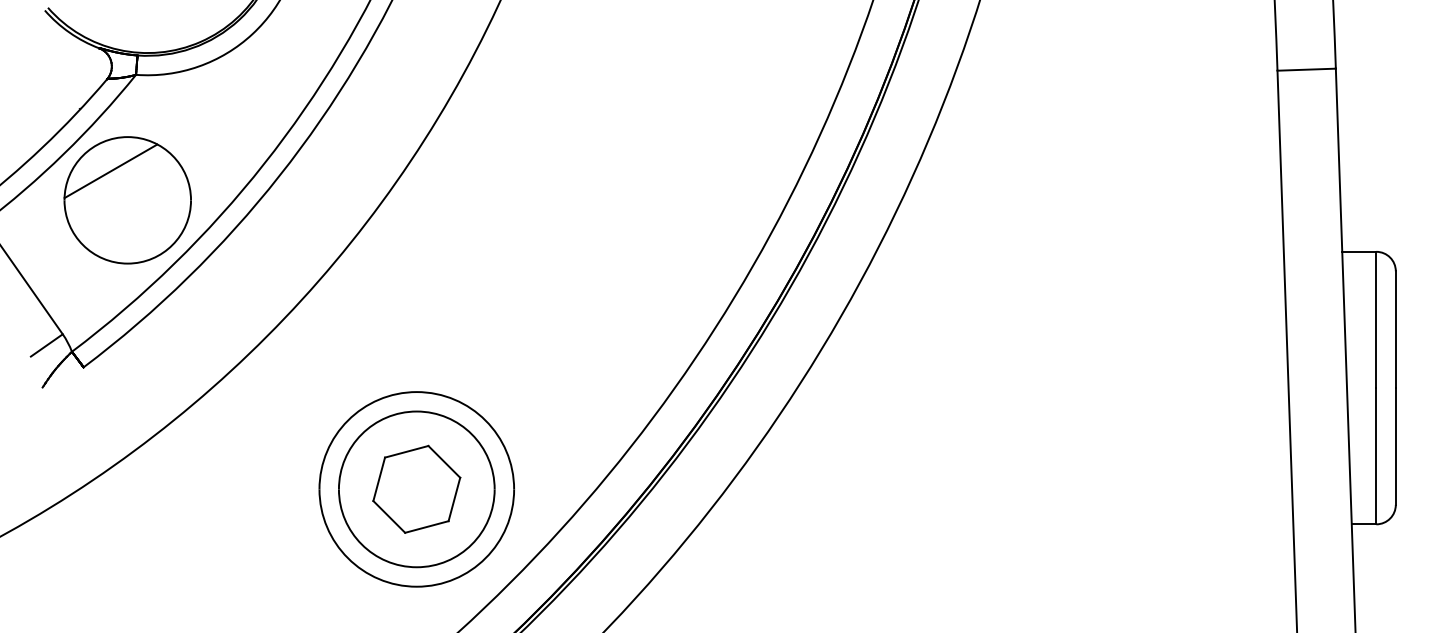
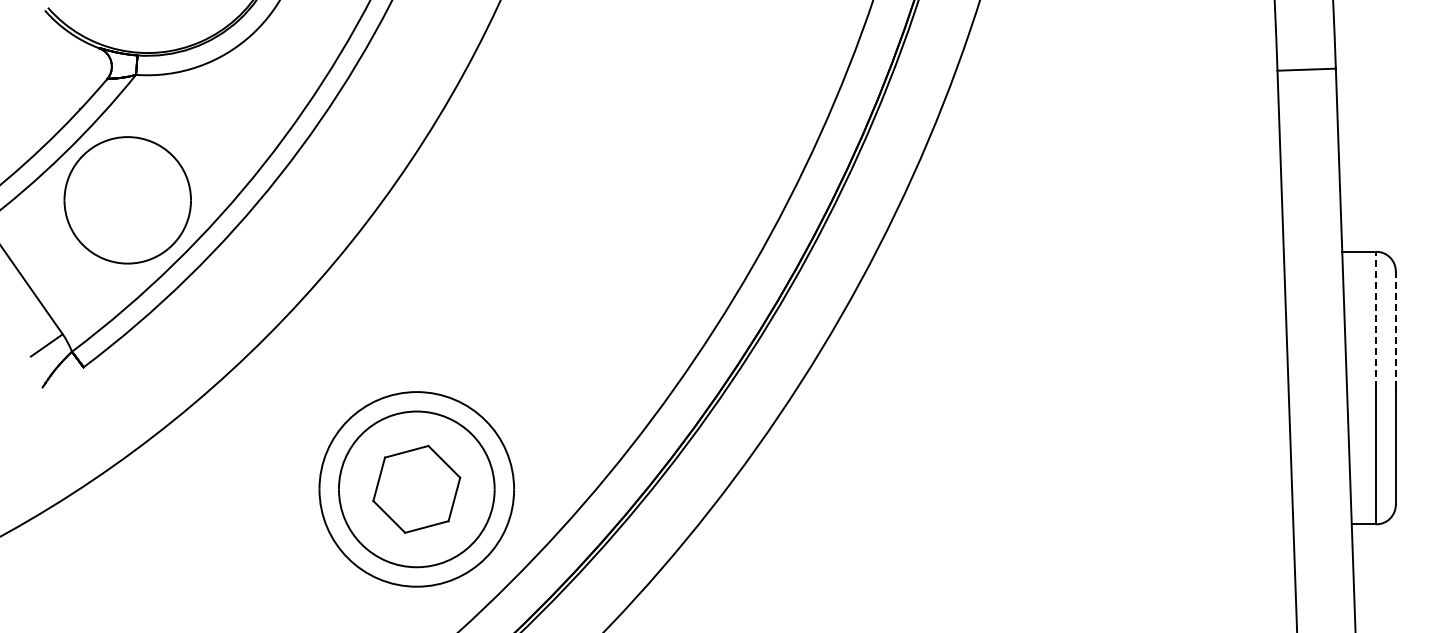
line at (110, 171): present -> none
line at (1376, 319): solid -> dashed
line at (1395, 329): solid -> dashed
